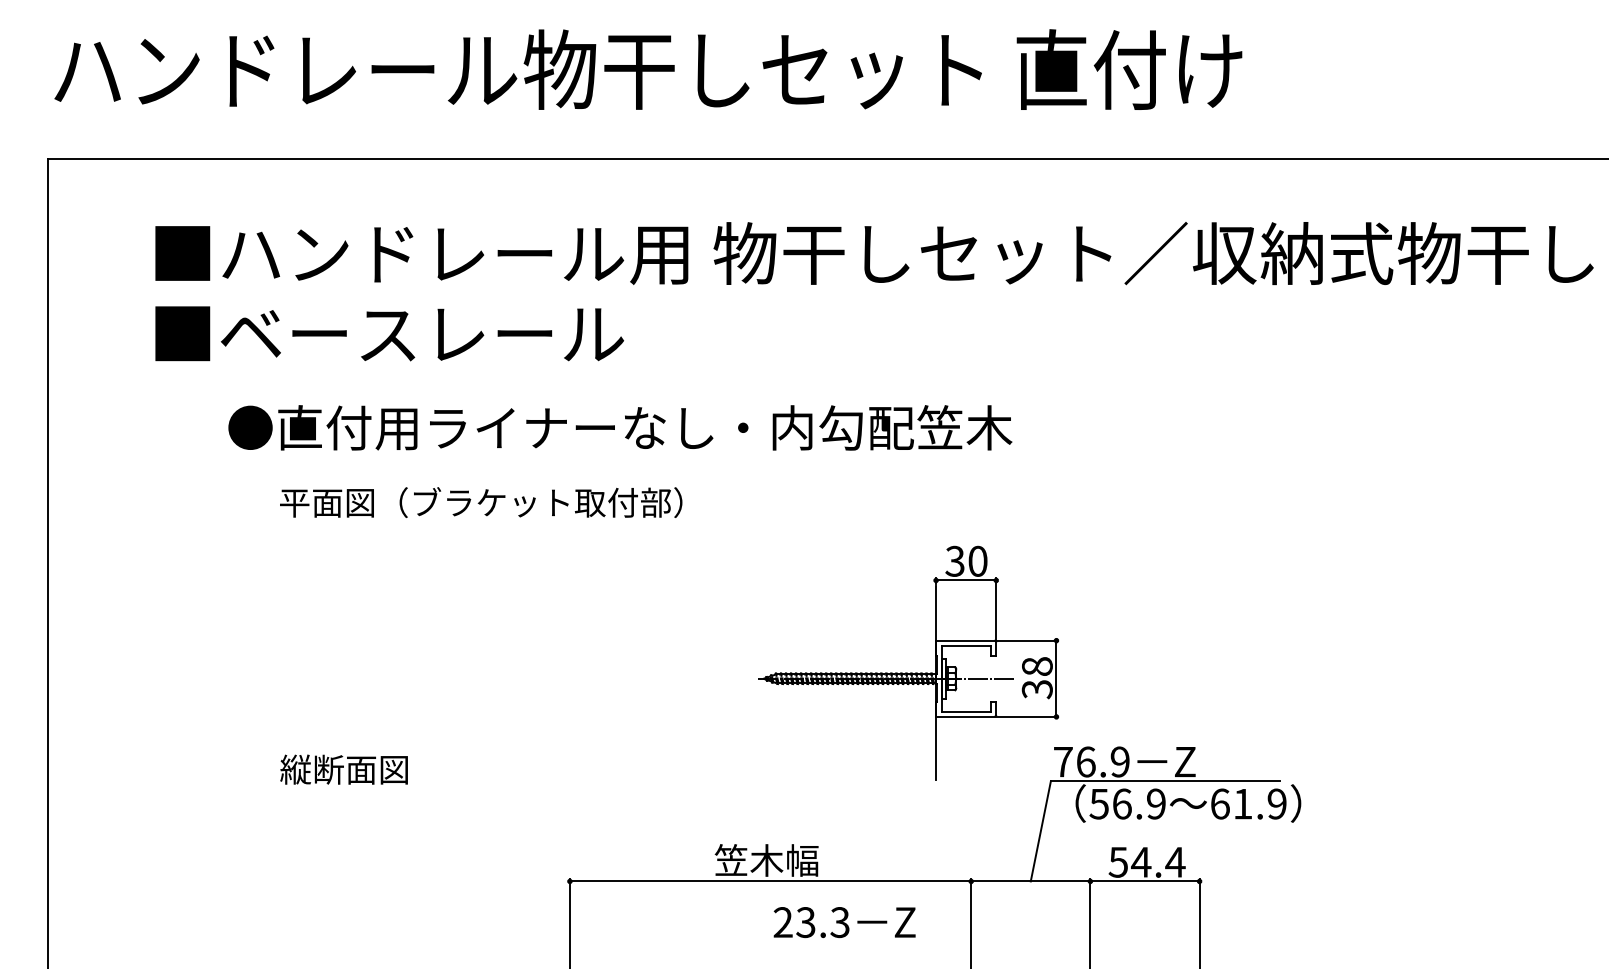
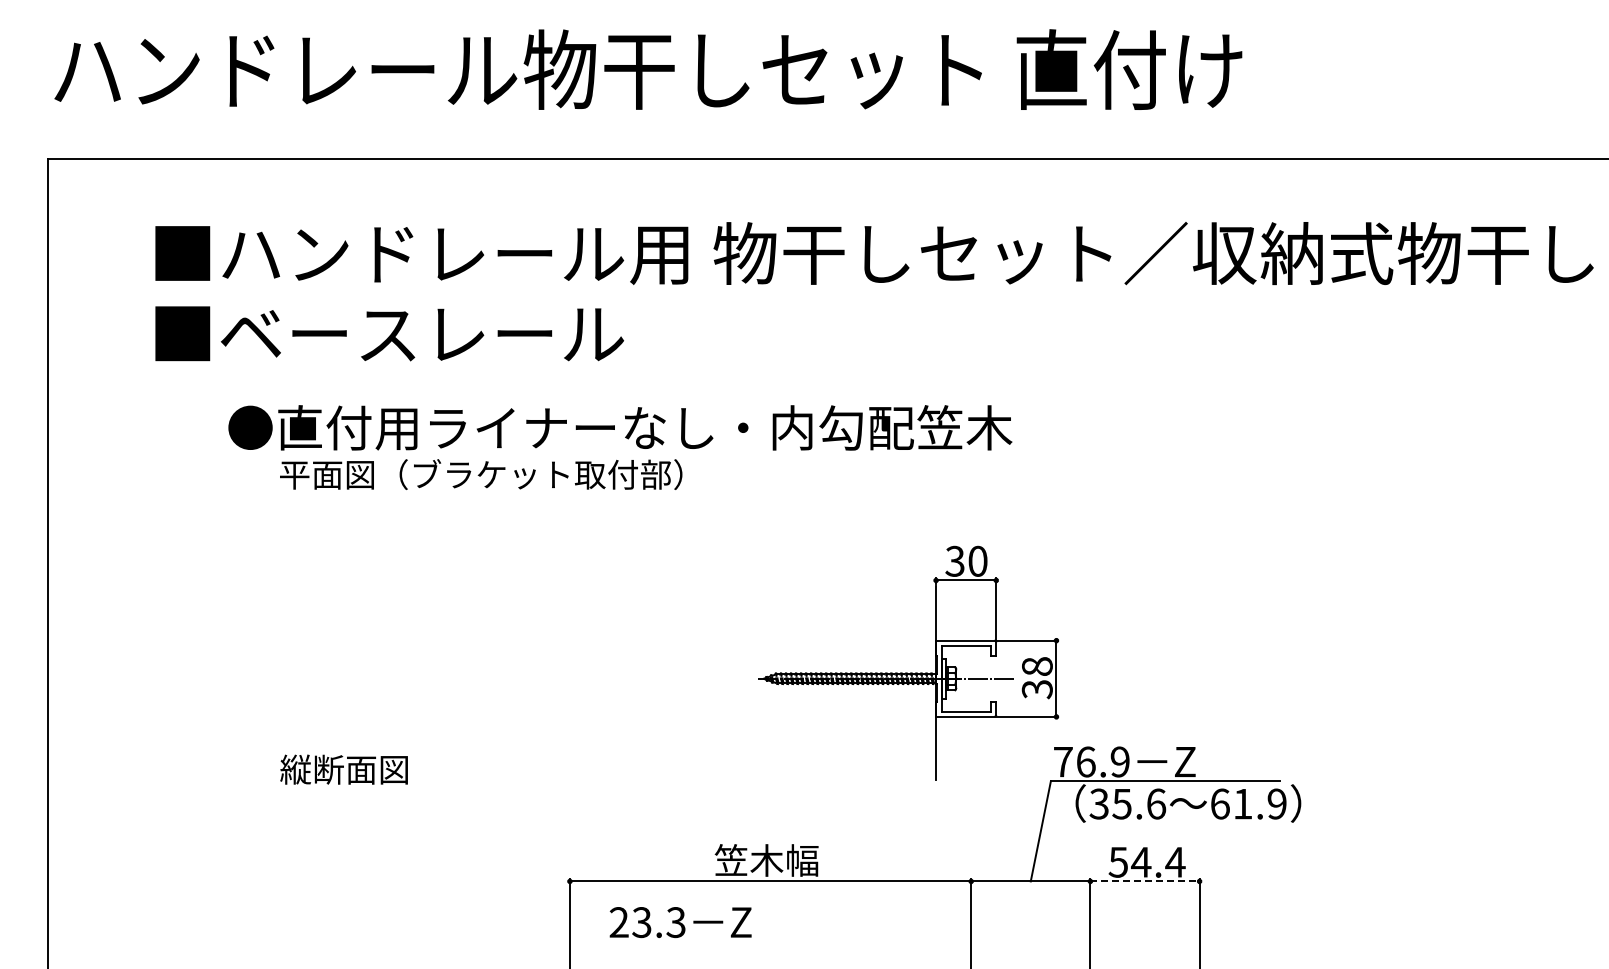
text at (481, 502) position: (481, 502) -> (481, 474)
text at (1128, 803): 56.9 -> 35.6
line at (1144, 881): solid -> dashed
text at (844, 922) position: (844, 922) -> (680, 922)
